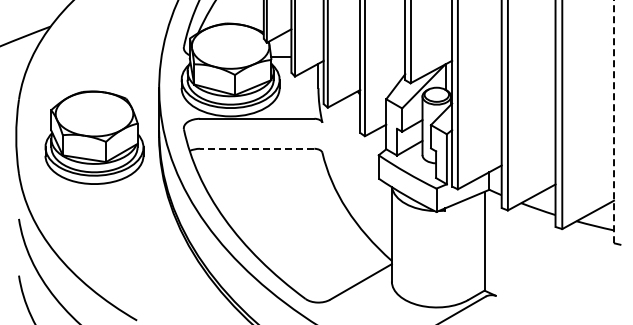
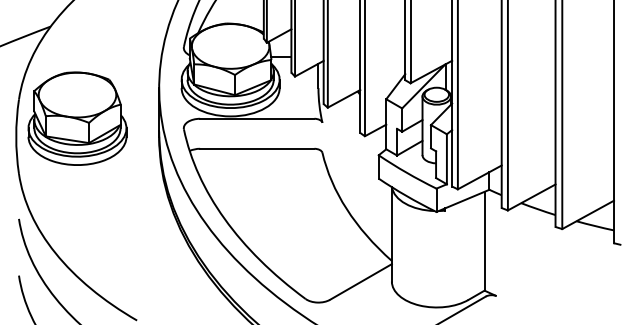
line at (614, 121): dashed -> solid
part at (94, 137) position: (94, 137) -> (77, 118)
line at (256, 148): dashed -> solid
